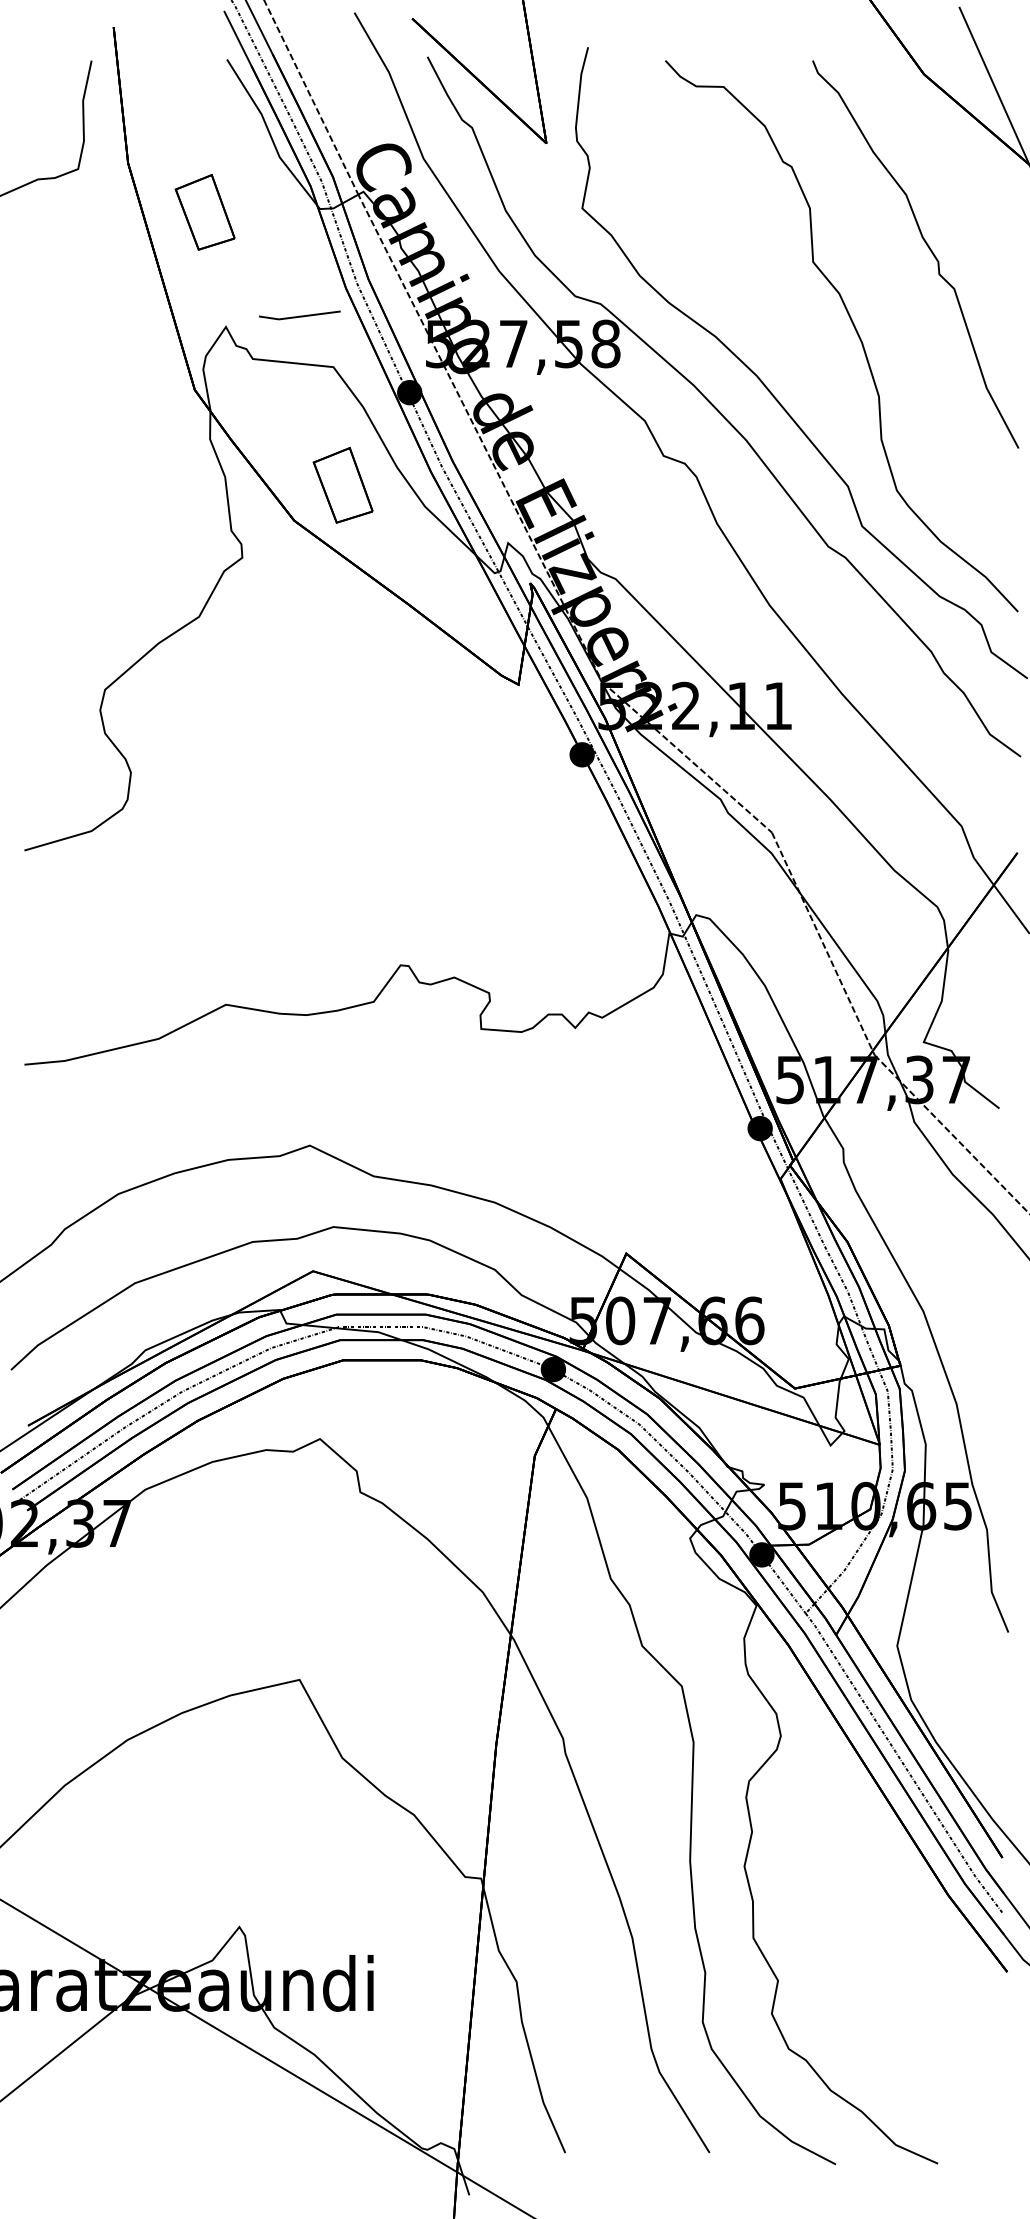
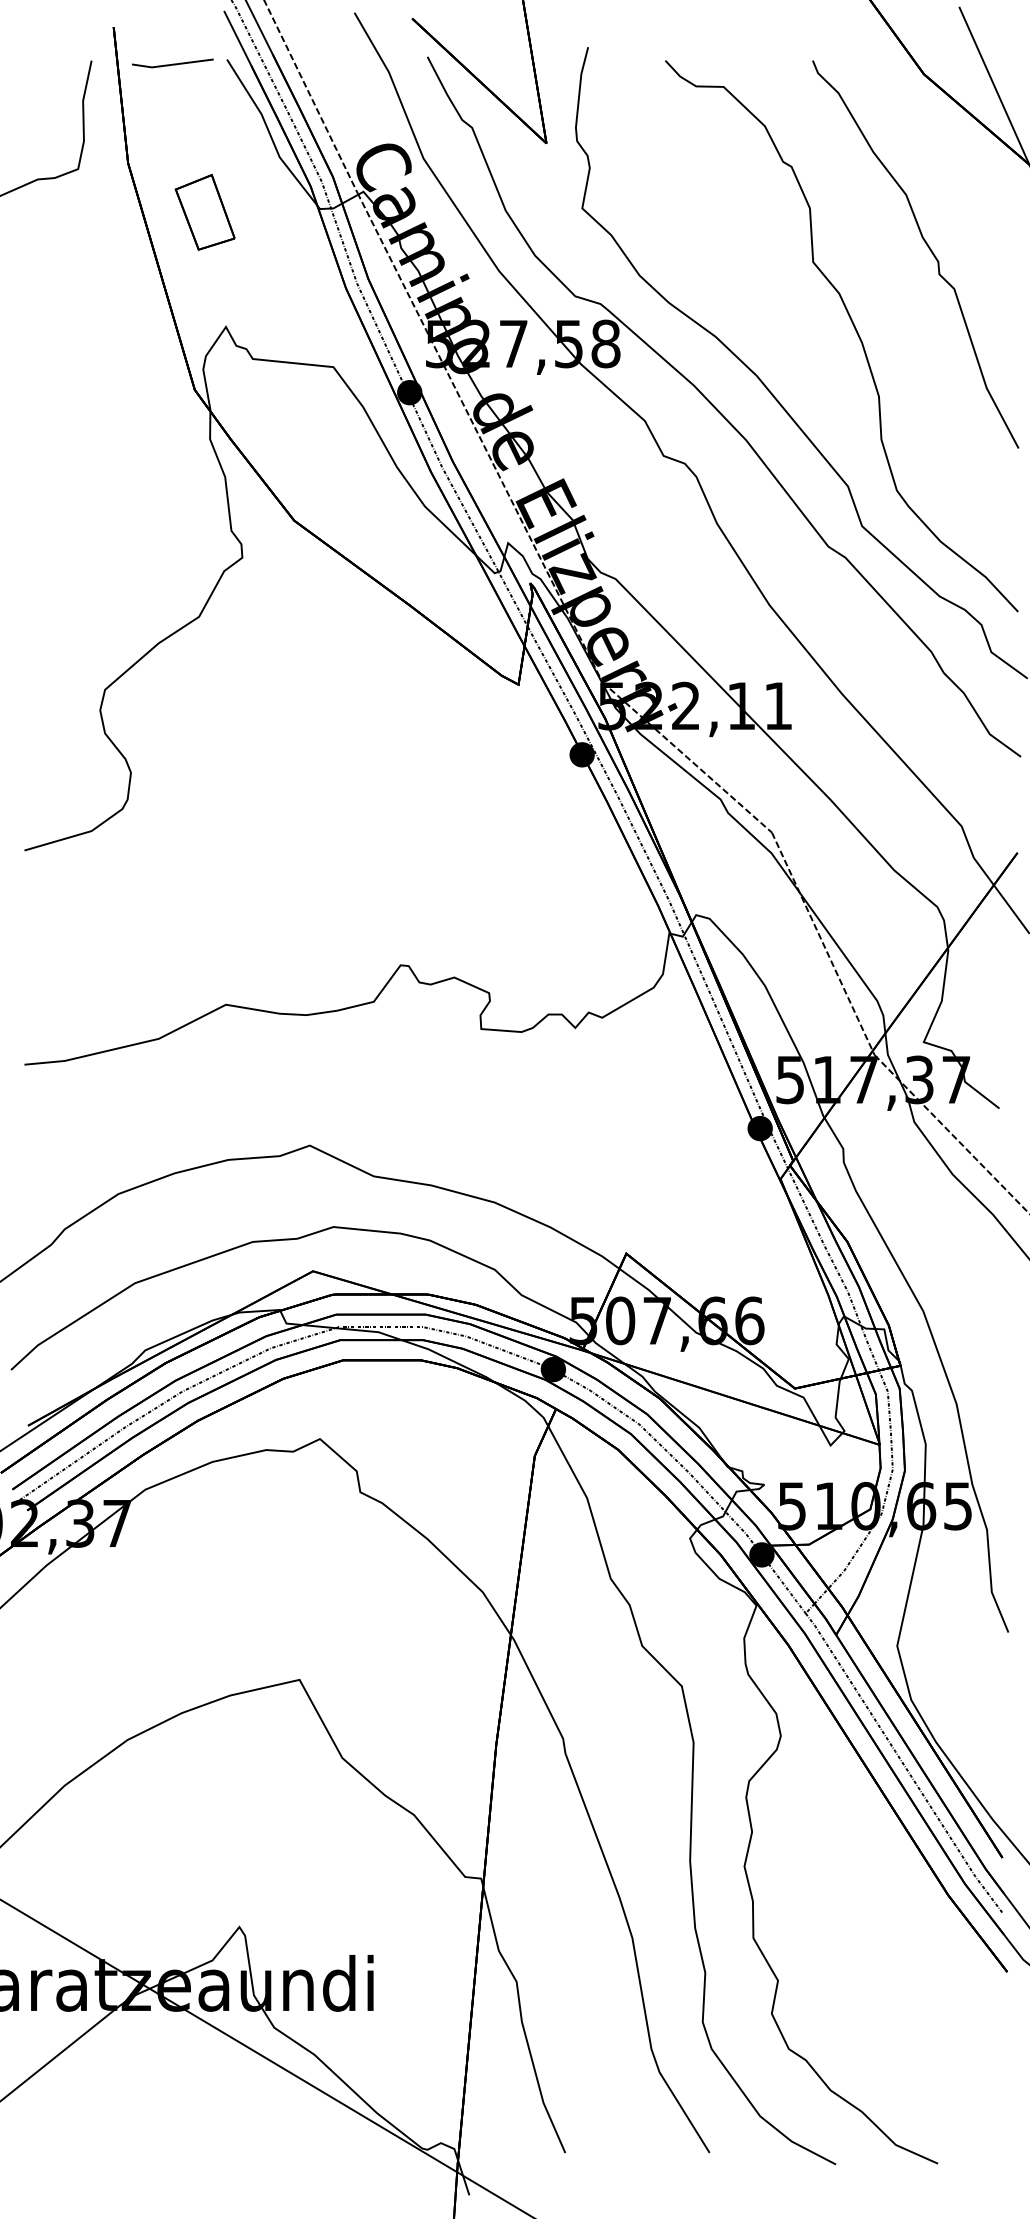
line at (299, 315) position: (299, 315) -> (172, 63)
part at (342, 485): present -> none
